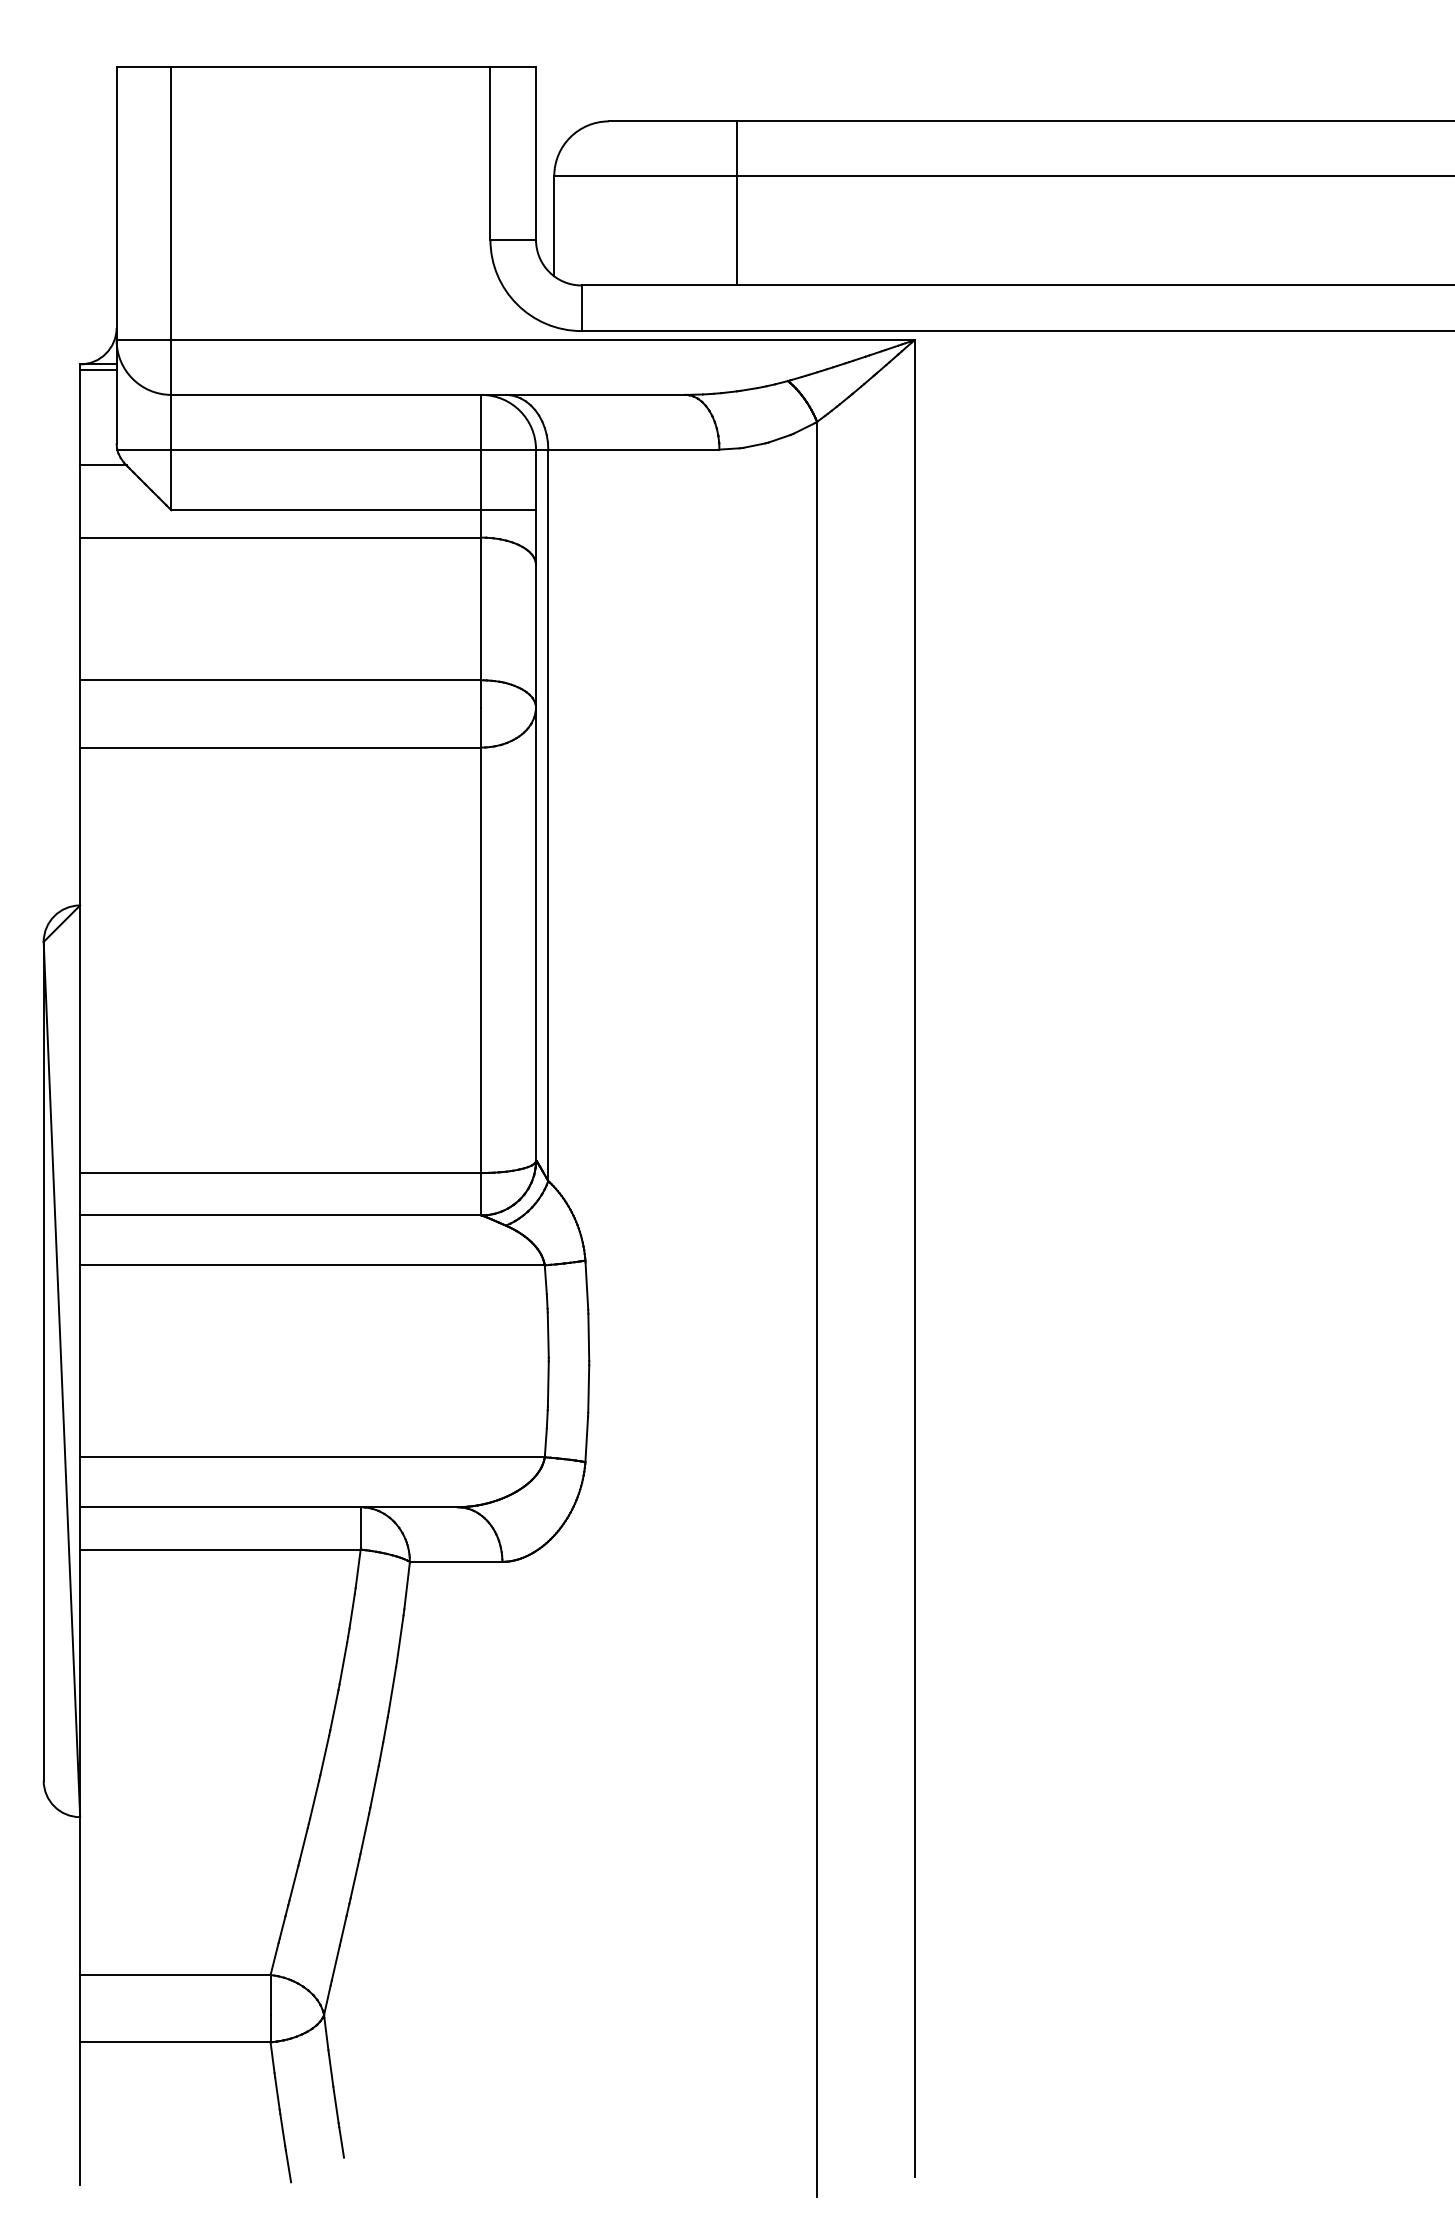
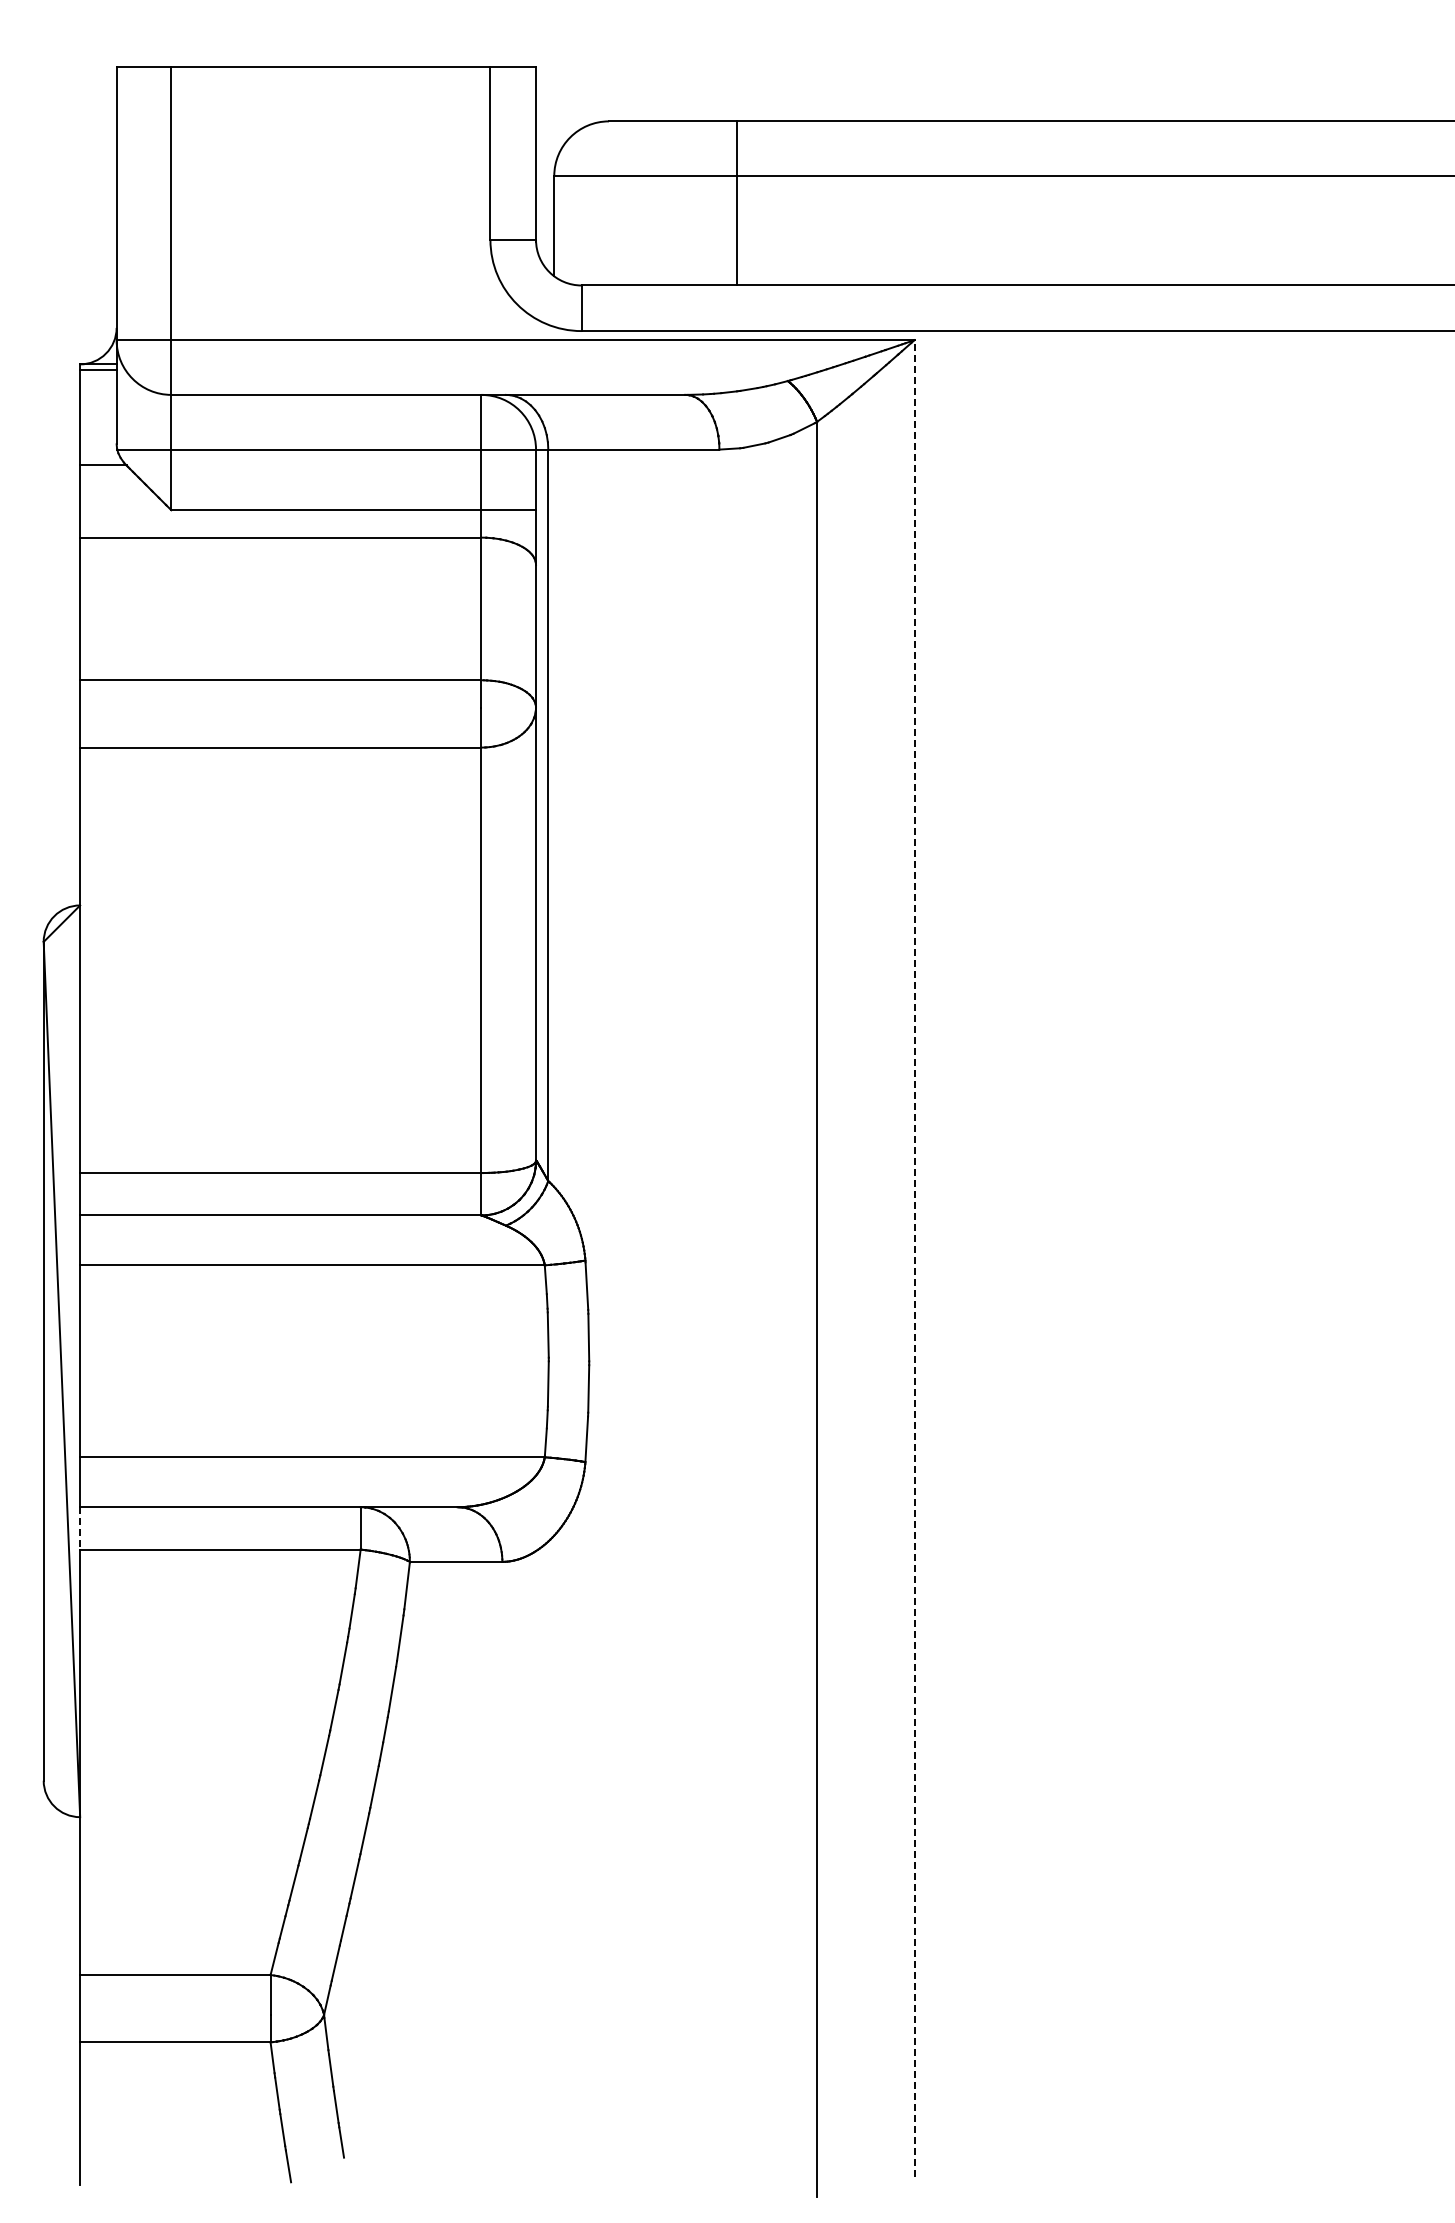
line at (914, 1258): solid -> dashed
line at (80, 1528): solid -> dashed
